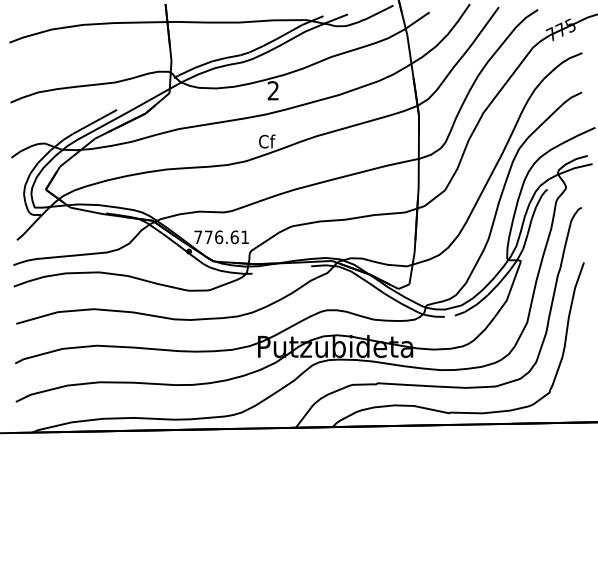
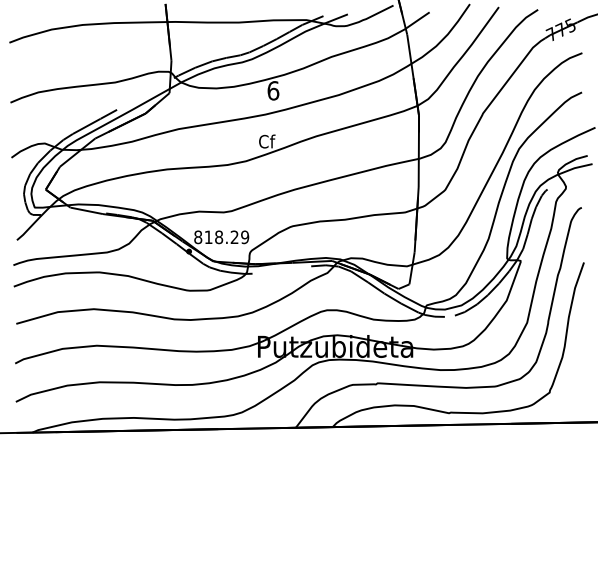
text at (273, 90): 2 -> 6
text at (221, 237): 776.61 -> 818.29
